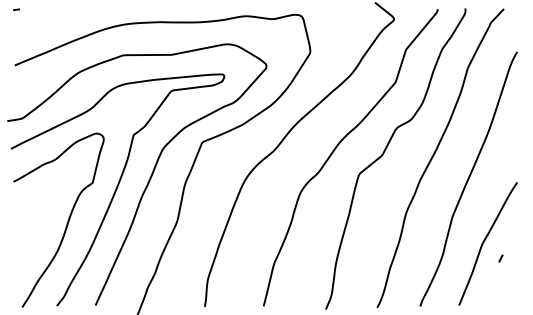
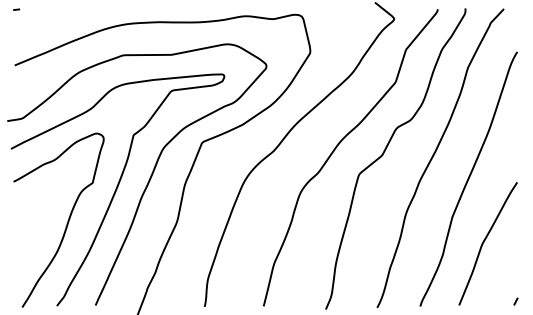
line at (500, 258) position: (500, 258) -> (515, 301)
